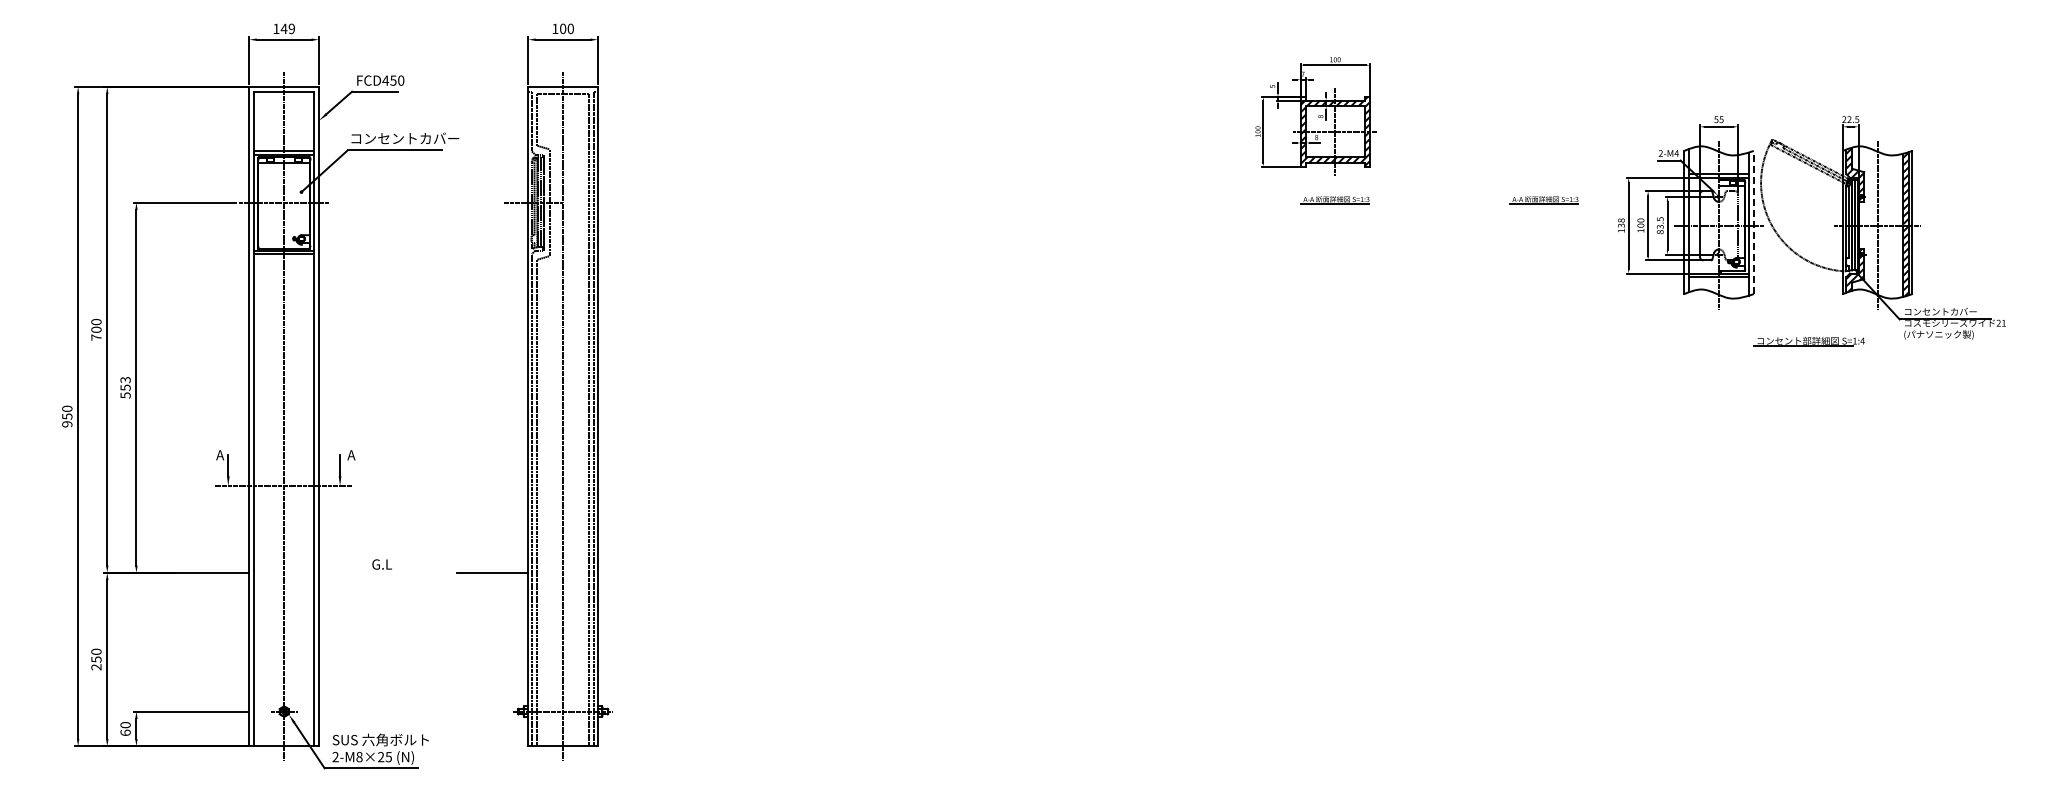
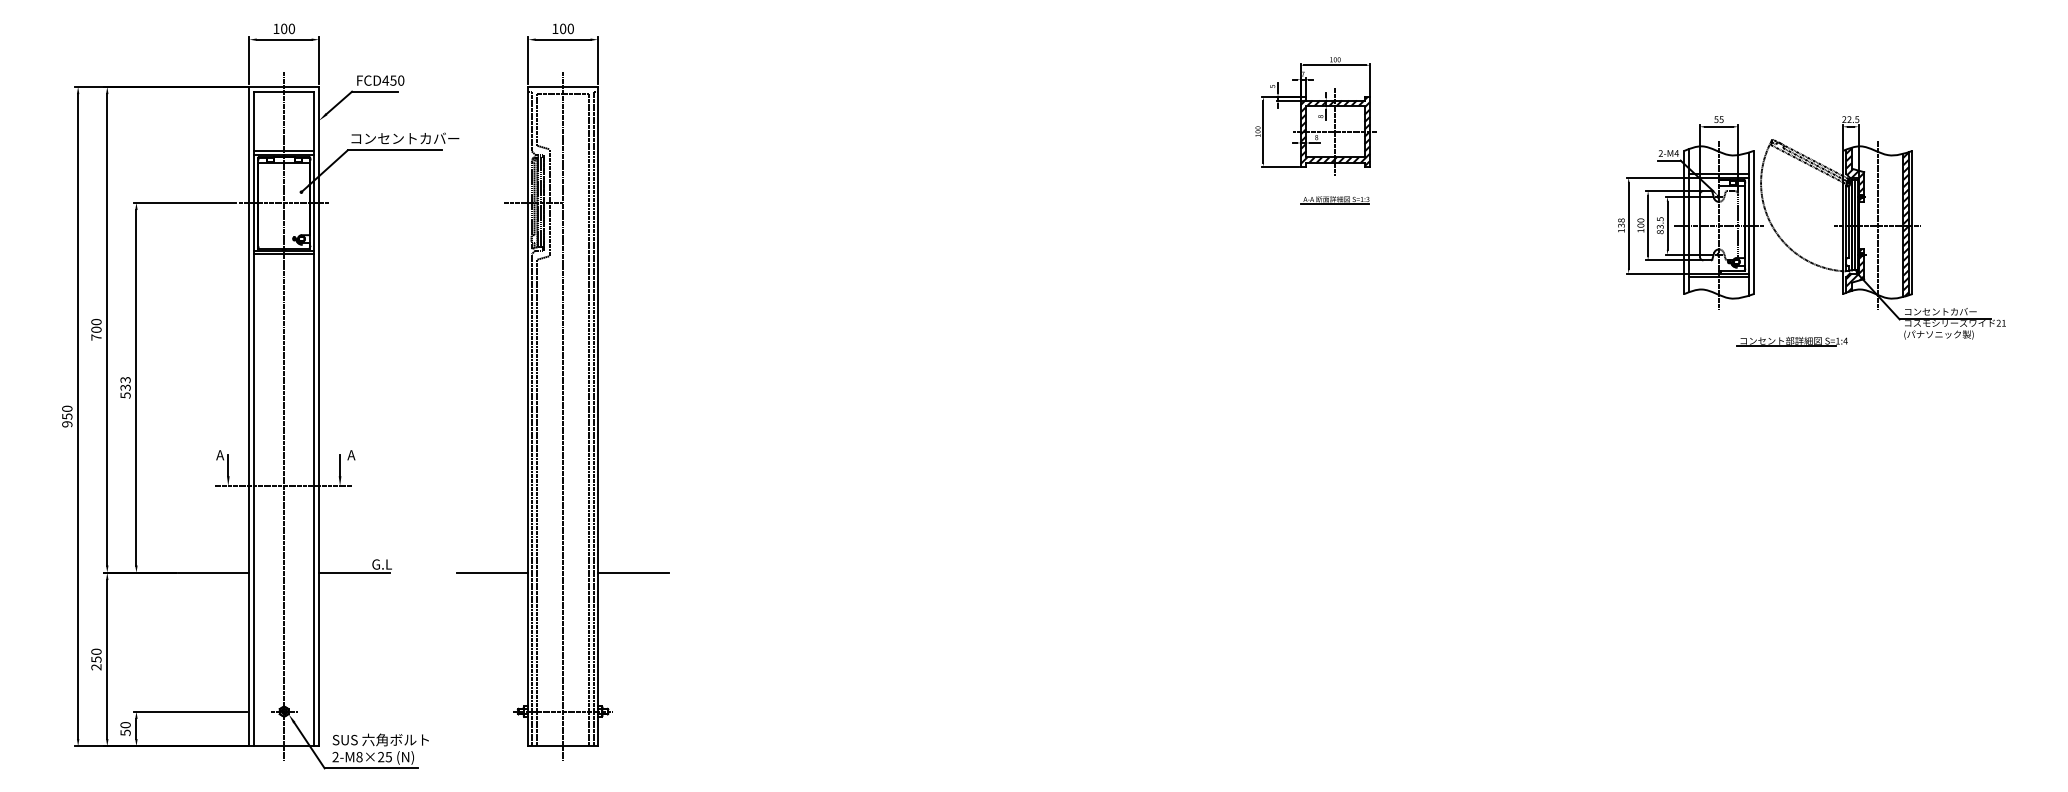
text at (287, 28): 149 -> 100
part at (1543, 200): present -> none
line at (1753, 222): dashed -> solid
part at (1808, 341) position: (1808, 341) -> (1791, 341)
text at (124, 387): 553 -> 533
line at (353, 572): none -> present
line at (632, 572): none -> present
text at (125, 732): 60 -> 50
